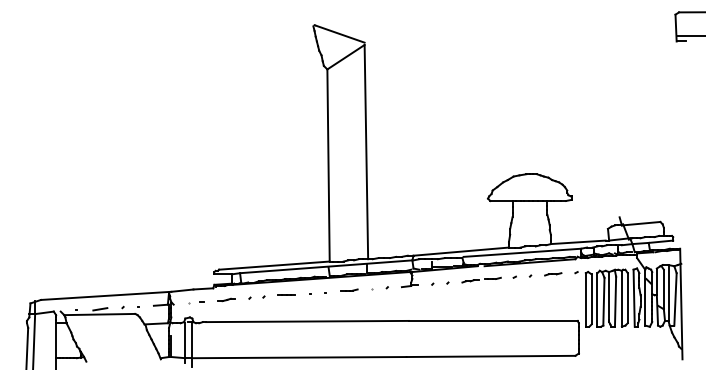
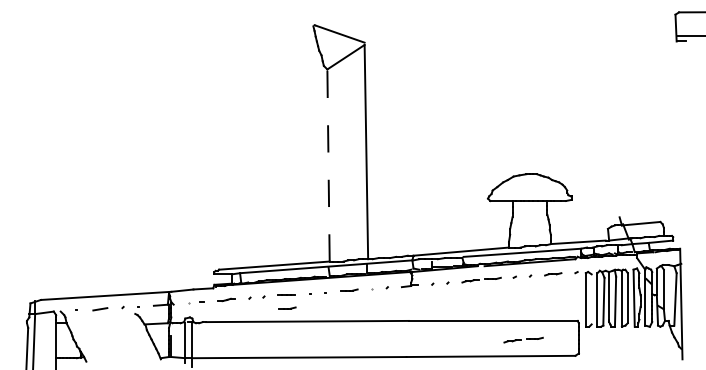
line at (328, 165): solid -> dashed
line at (668, 293): present -> none
line at (591, 299): present -> none
line at (287, 308): none -> present
line at (99, 314): present -> none
part at (523, 339): none -> present
